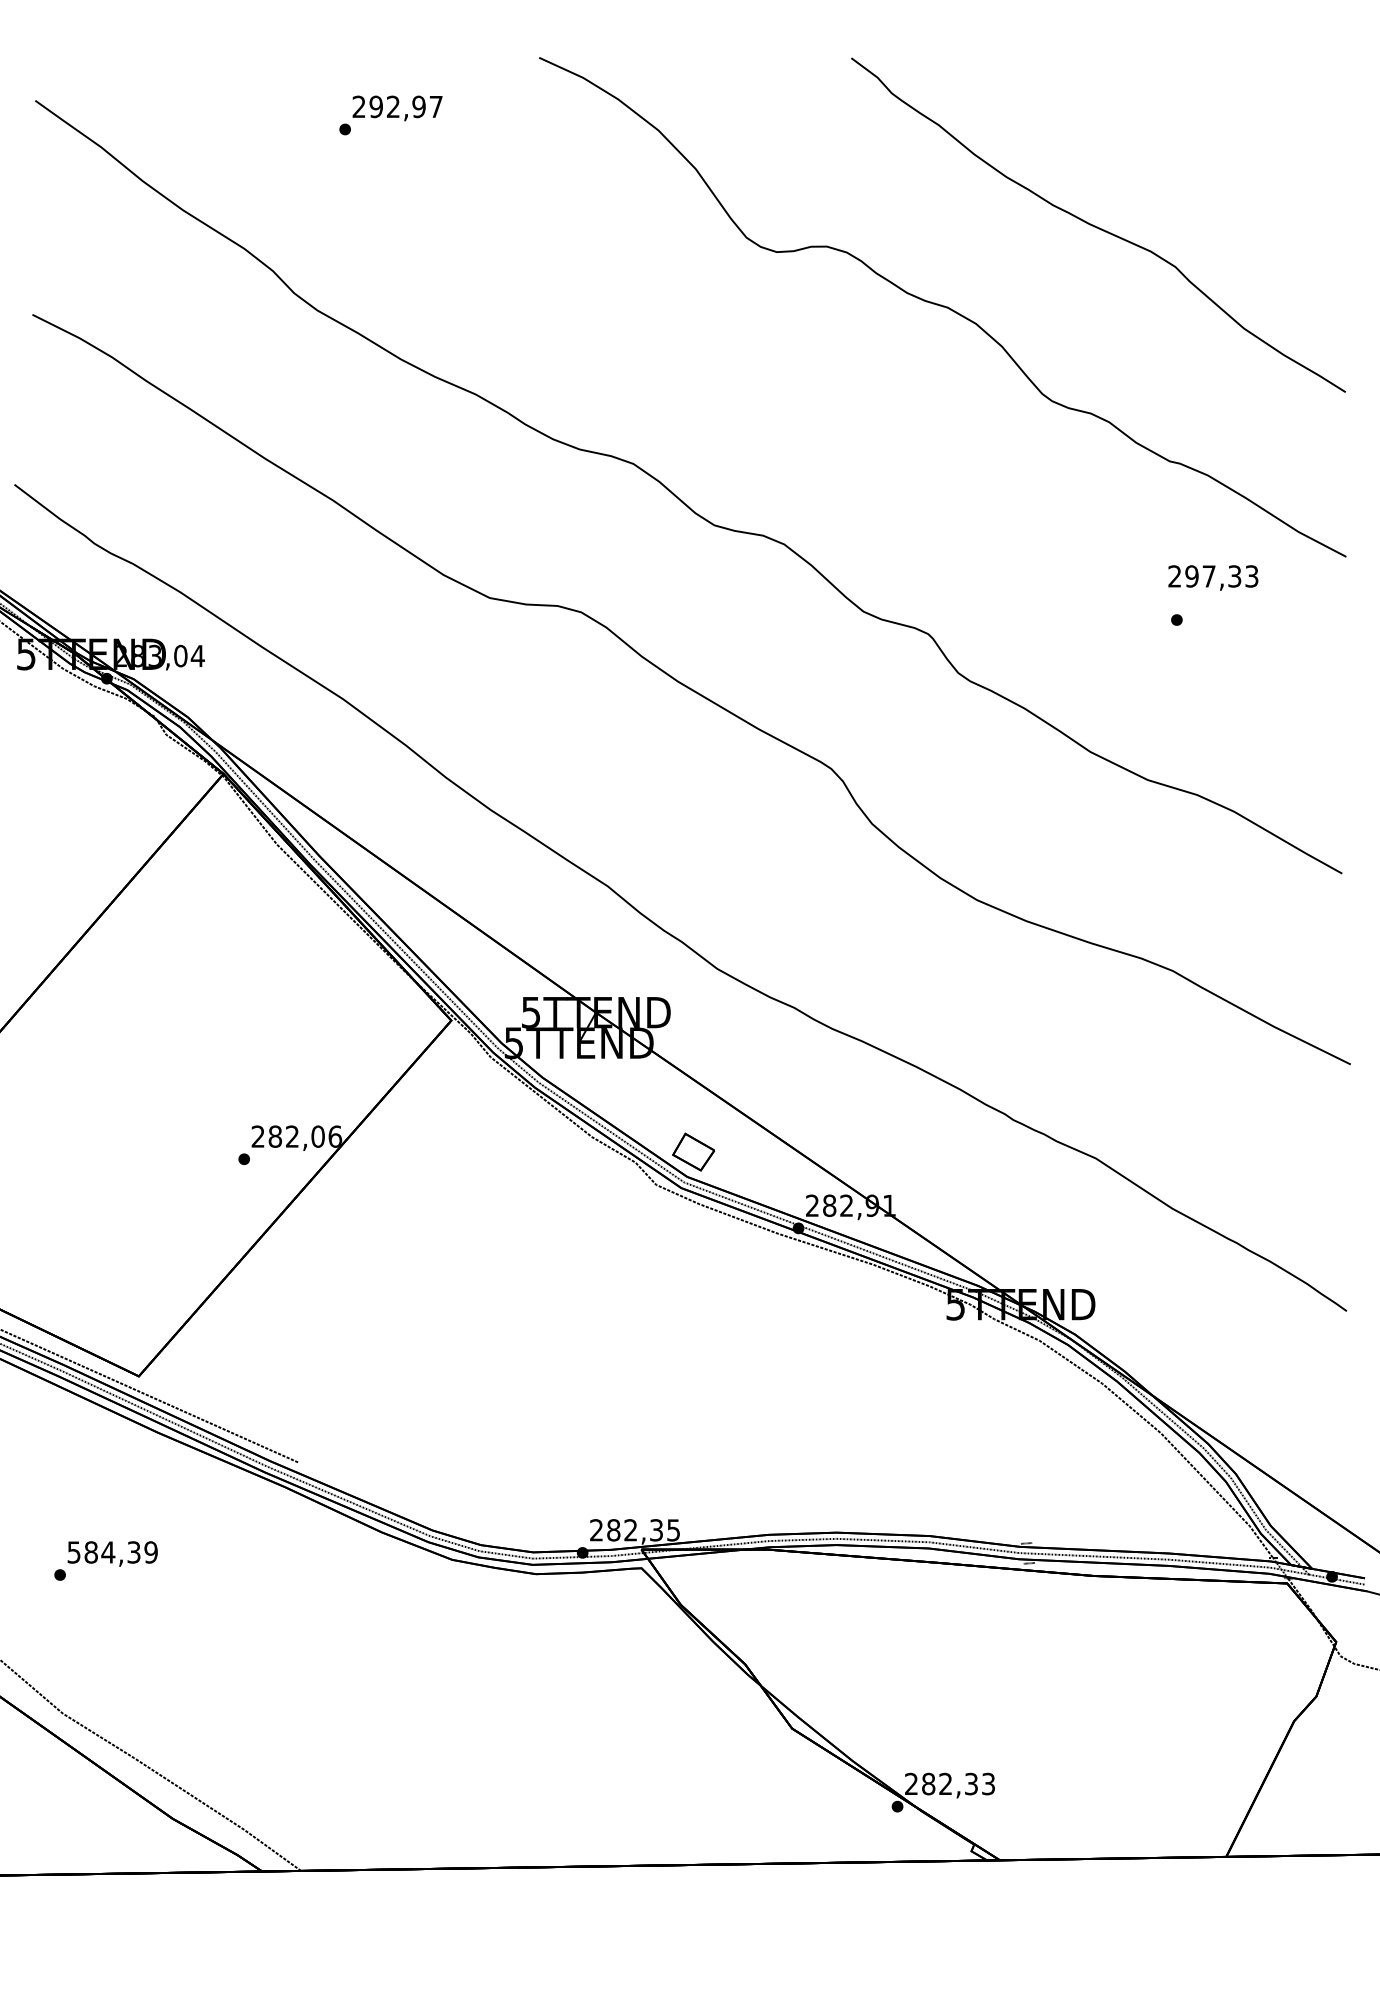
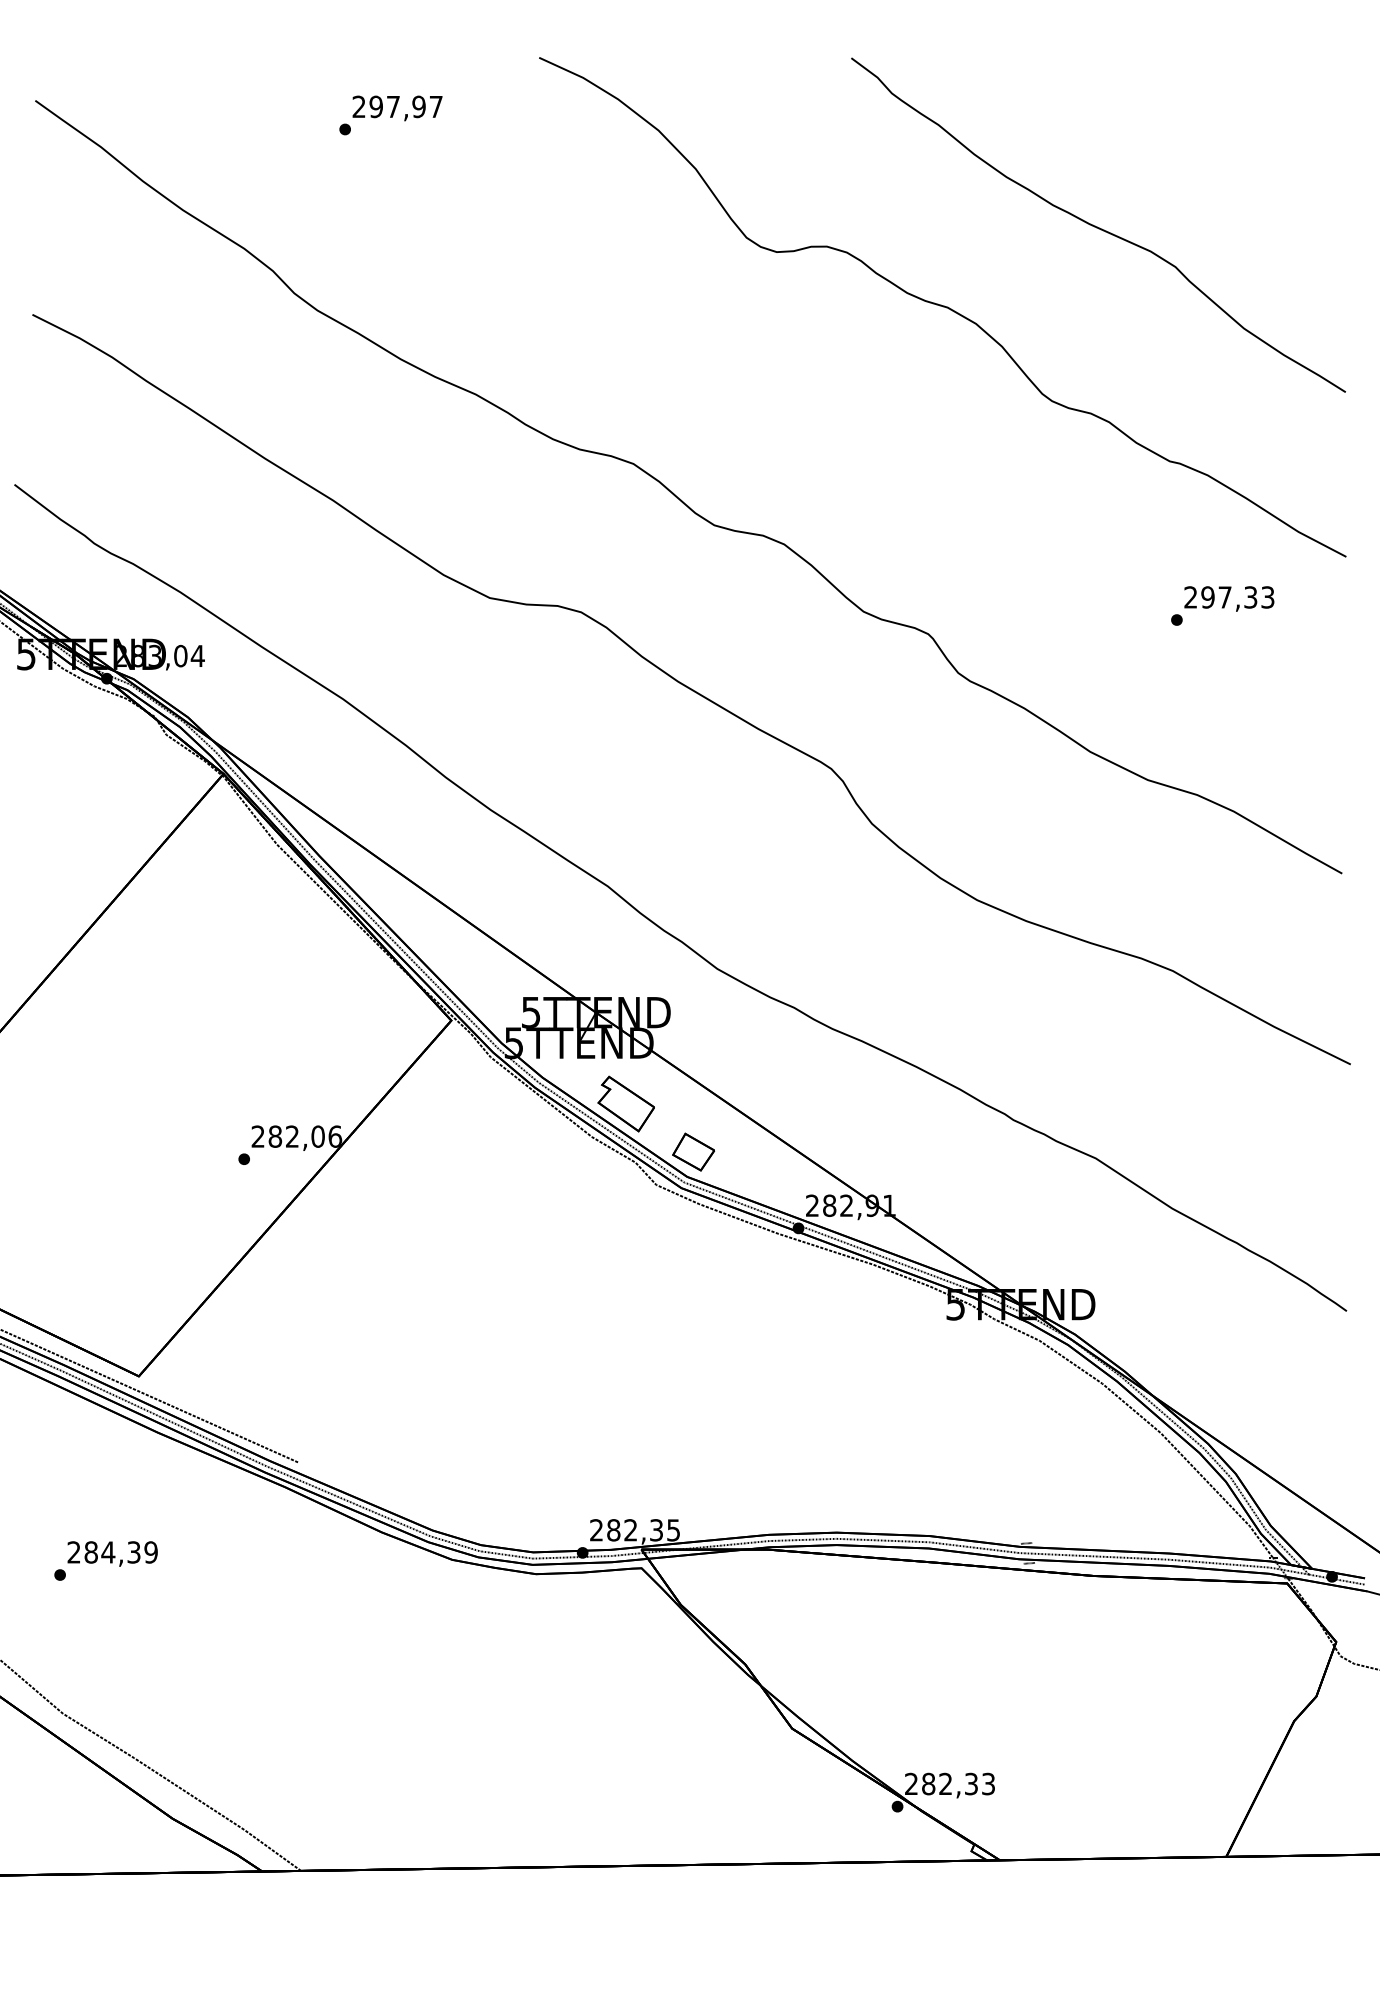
text at (392, 106): 292,97 -> 297,97
text at (1213, 577) position: (1213, 577) -> (1229, 598)
part at (625, 1103): none -> present
text at (73, 1552): 584,39 -> 284,39
